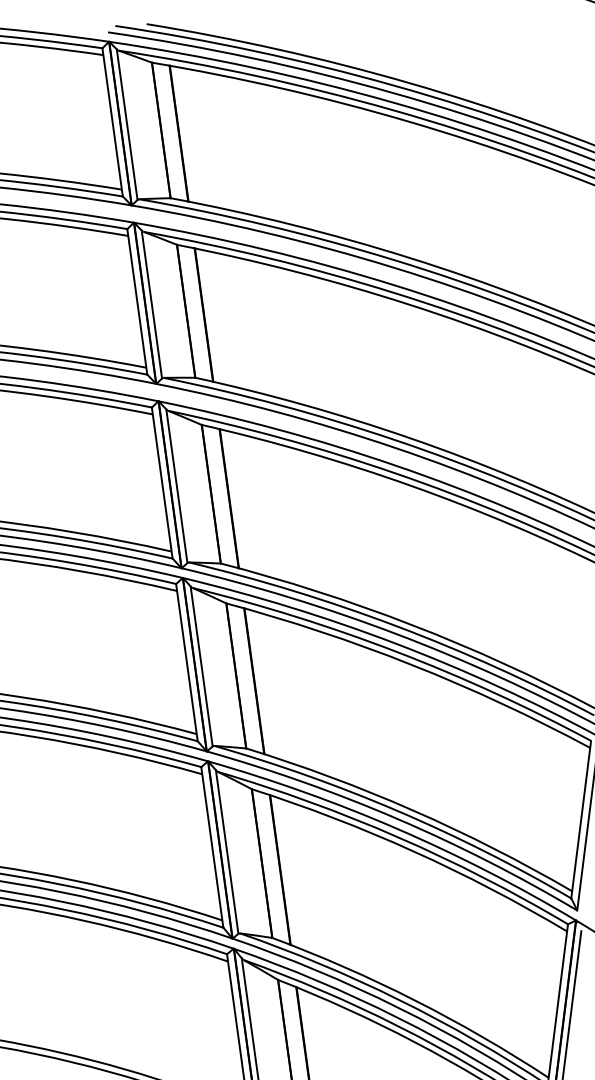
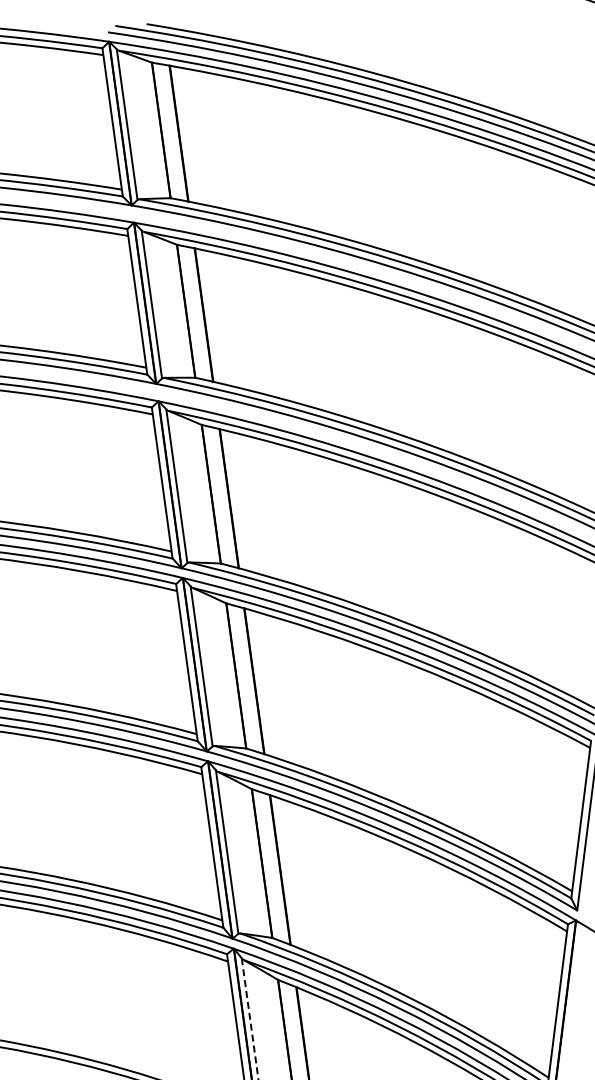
line at (572, 1003): present -> none
line at (250, 1019): solid -> dashed
